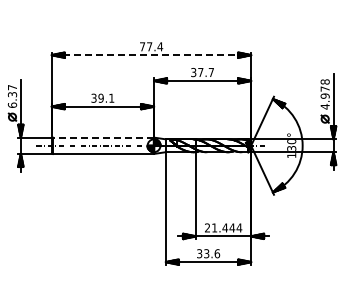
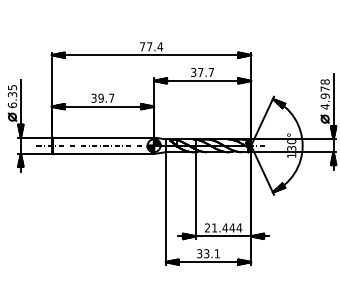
line at (151, 55): dashed -> solid
text at (12, 87): 6.37 -> 6.35
text at (111, 97): 39.1 -> 39.7
line at (103, 137): dashed -> solid
text at (217, 253): 33.6 -> 33.1
